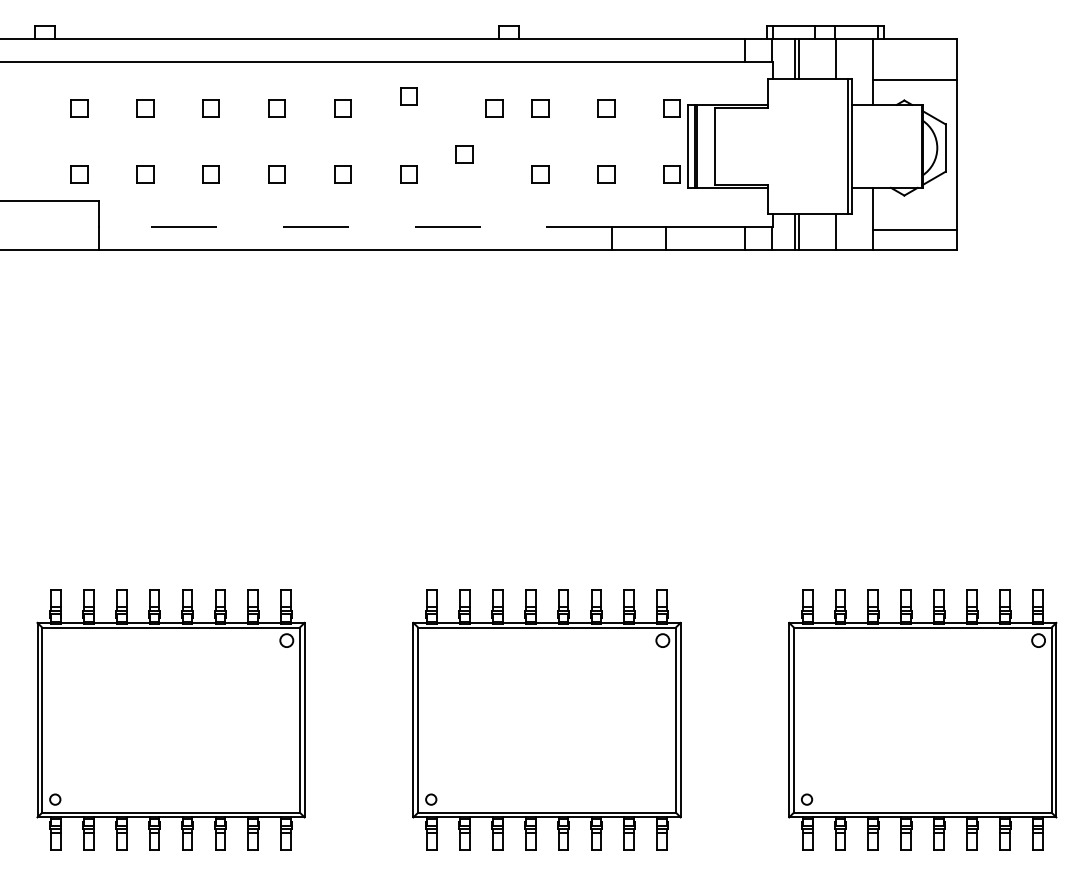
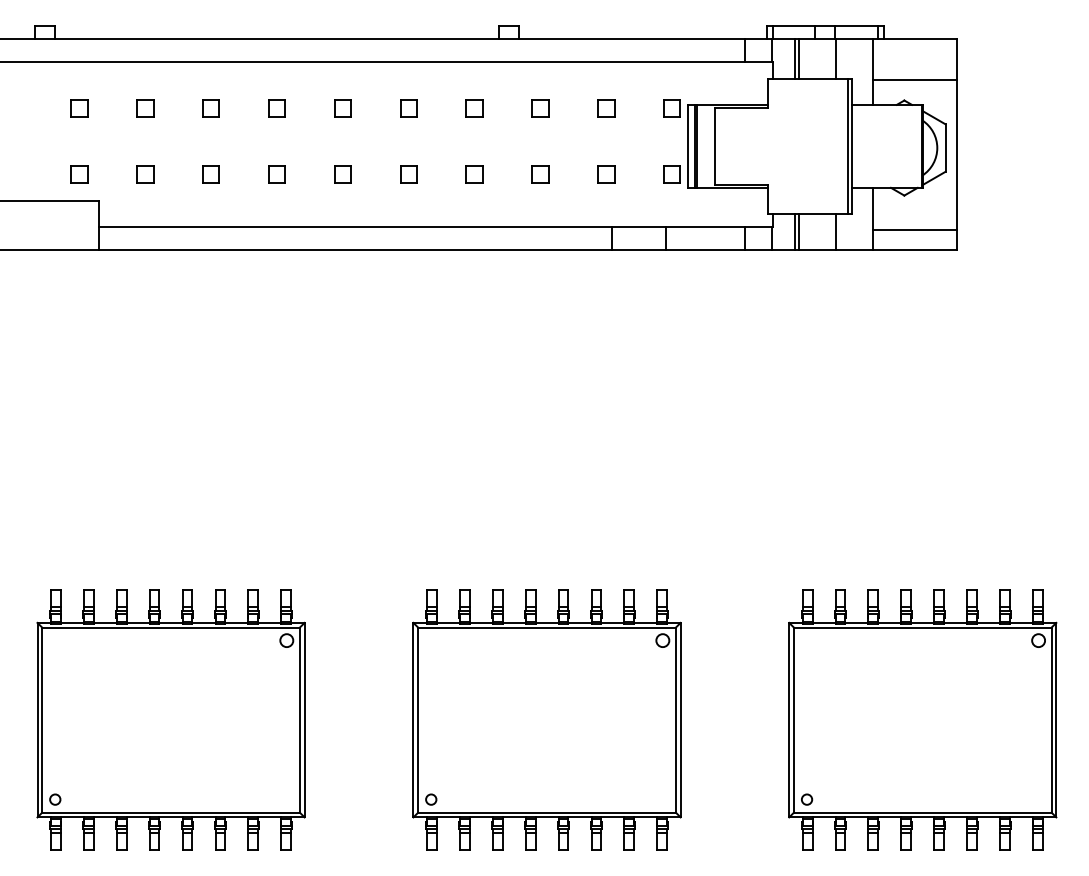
part at (408, 96) position: (408, 96) -> (408, 108)
part at (494, 108) position: (494, 108) -> (474, 108)
part at (464, 154) position: (464, 154) -> (474, 174)
line at (355, 227): dashed -> solid
